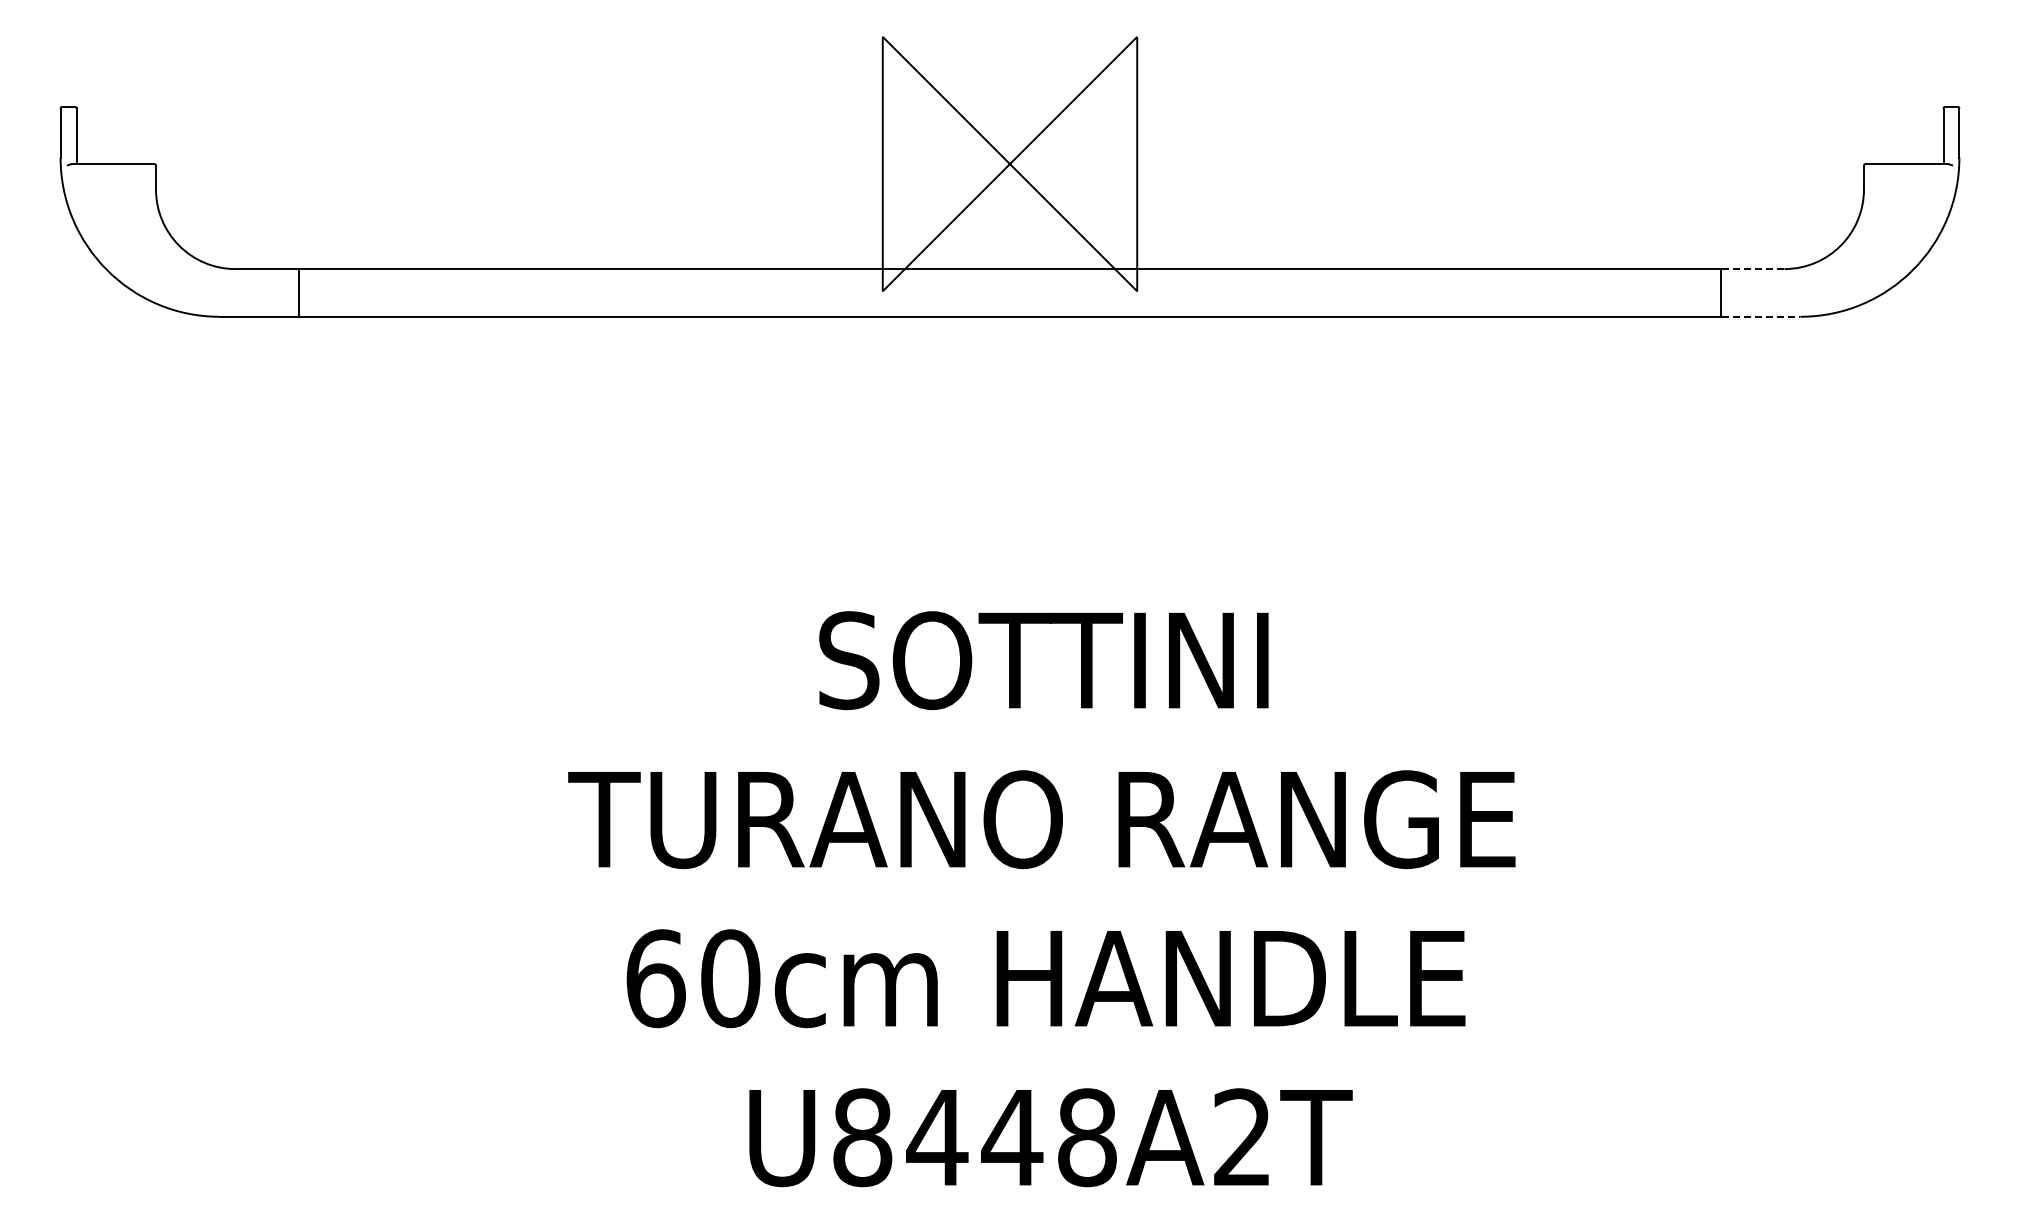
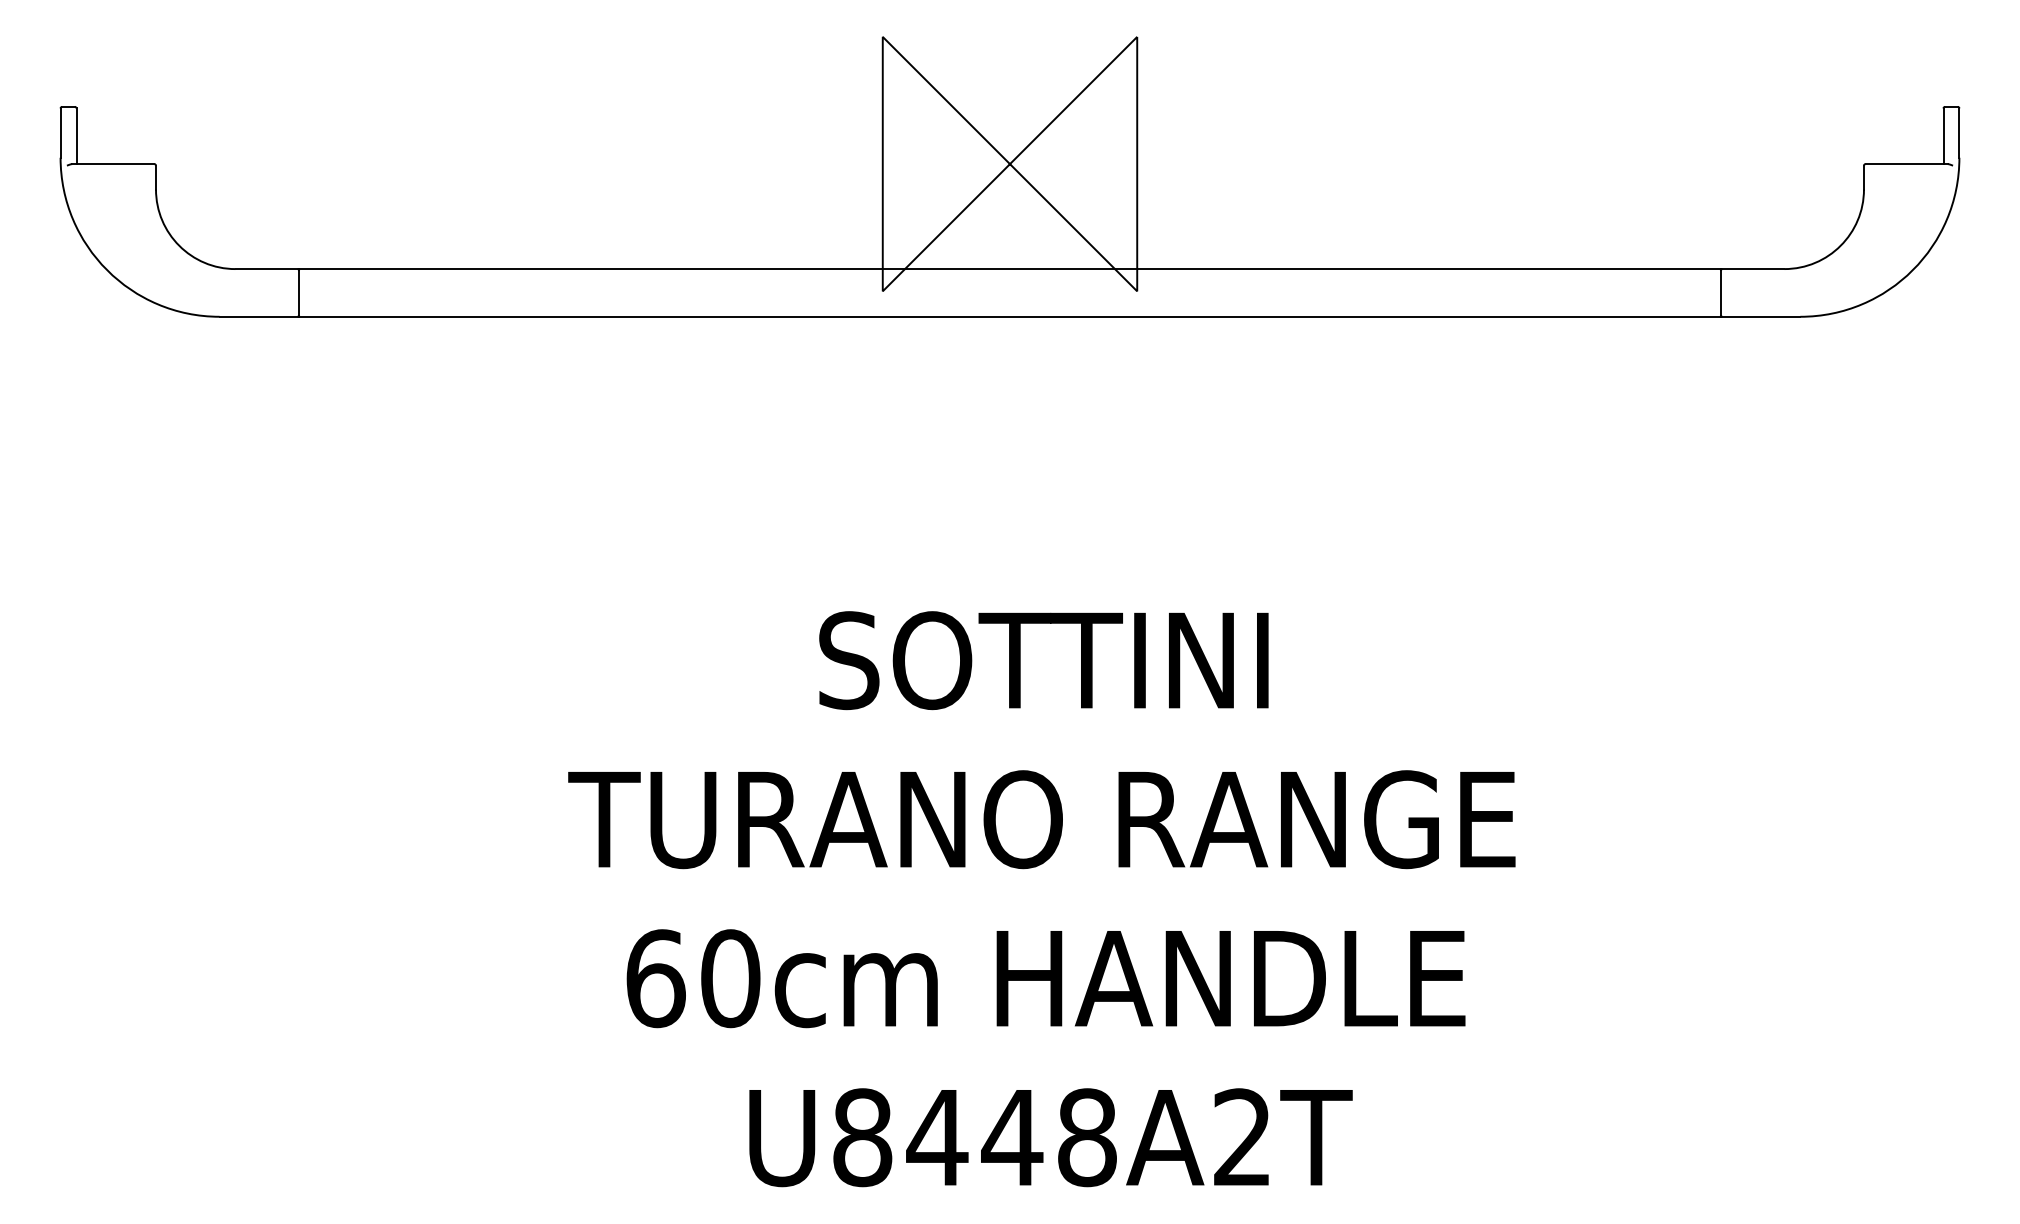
line at (1752, 269): dashed -> solid
line at (1761, 316): dashed -> solid
